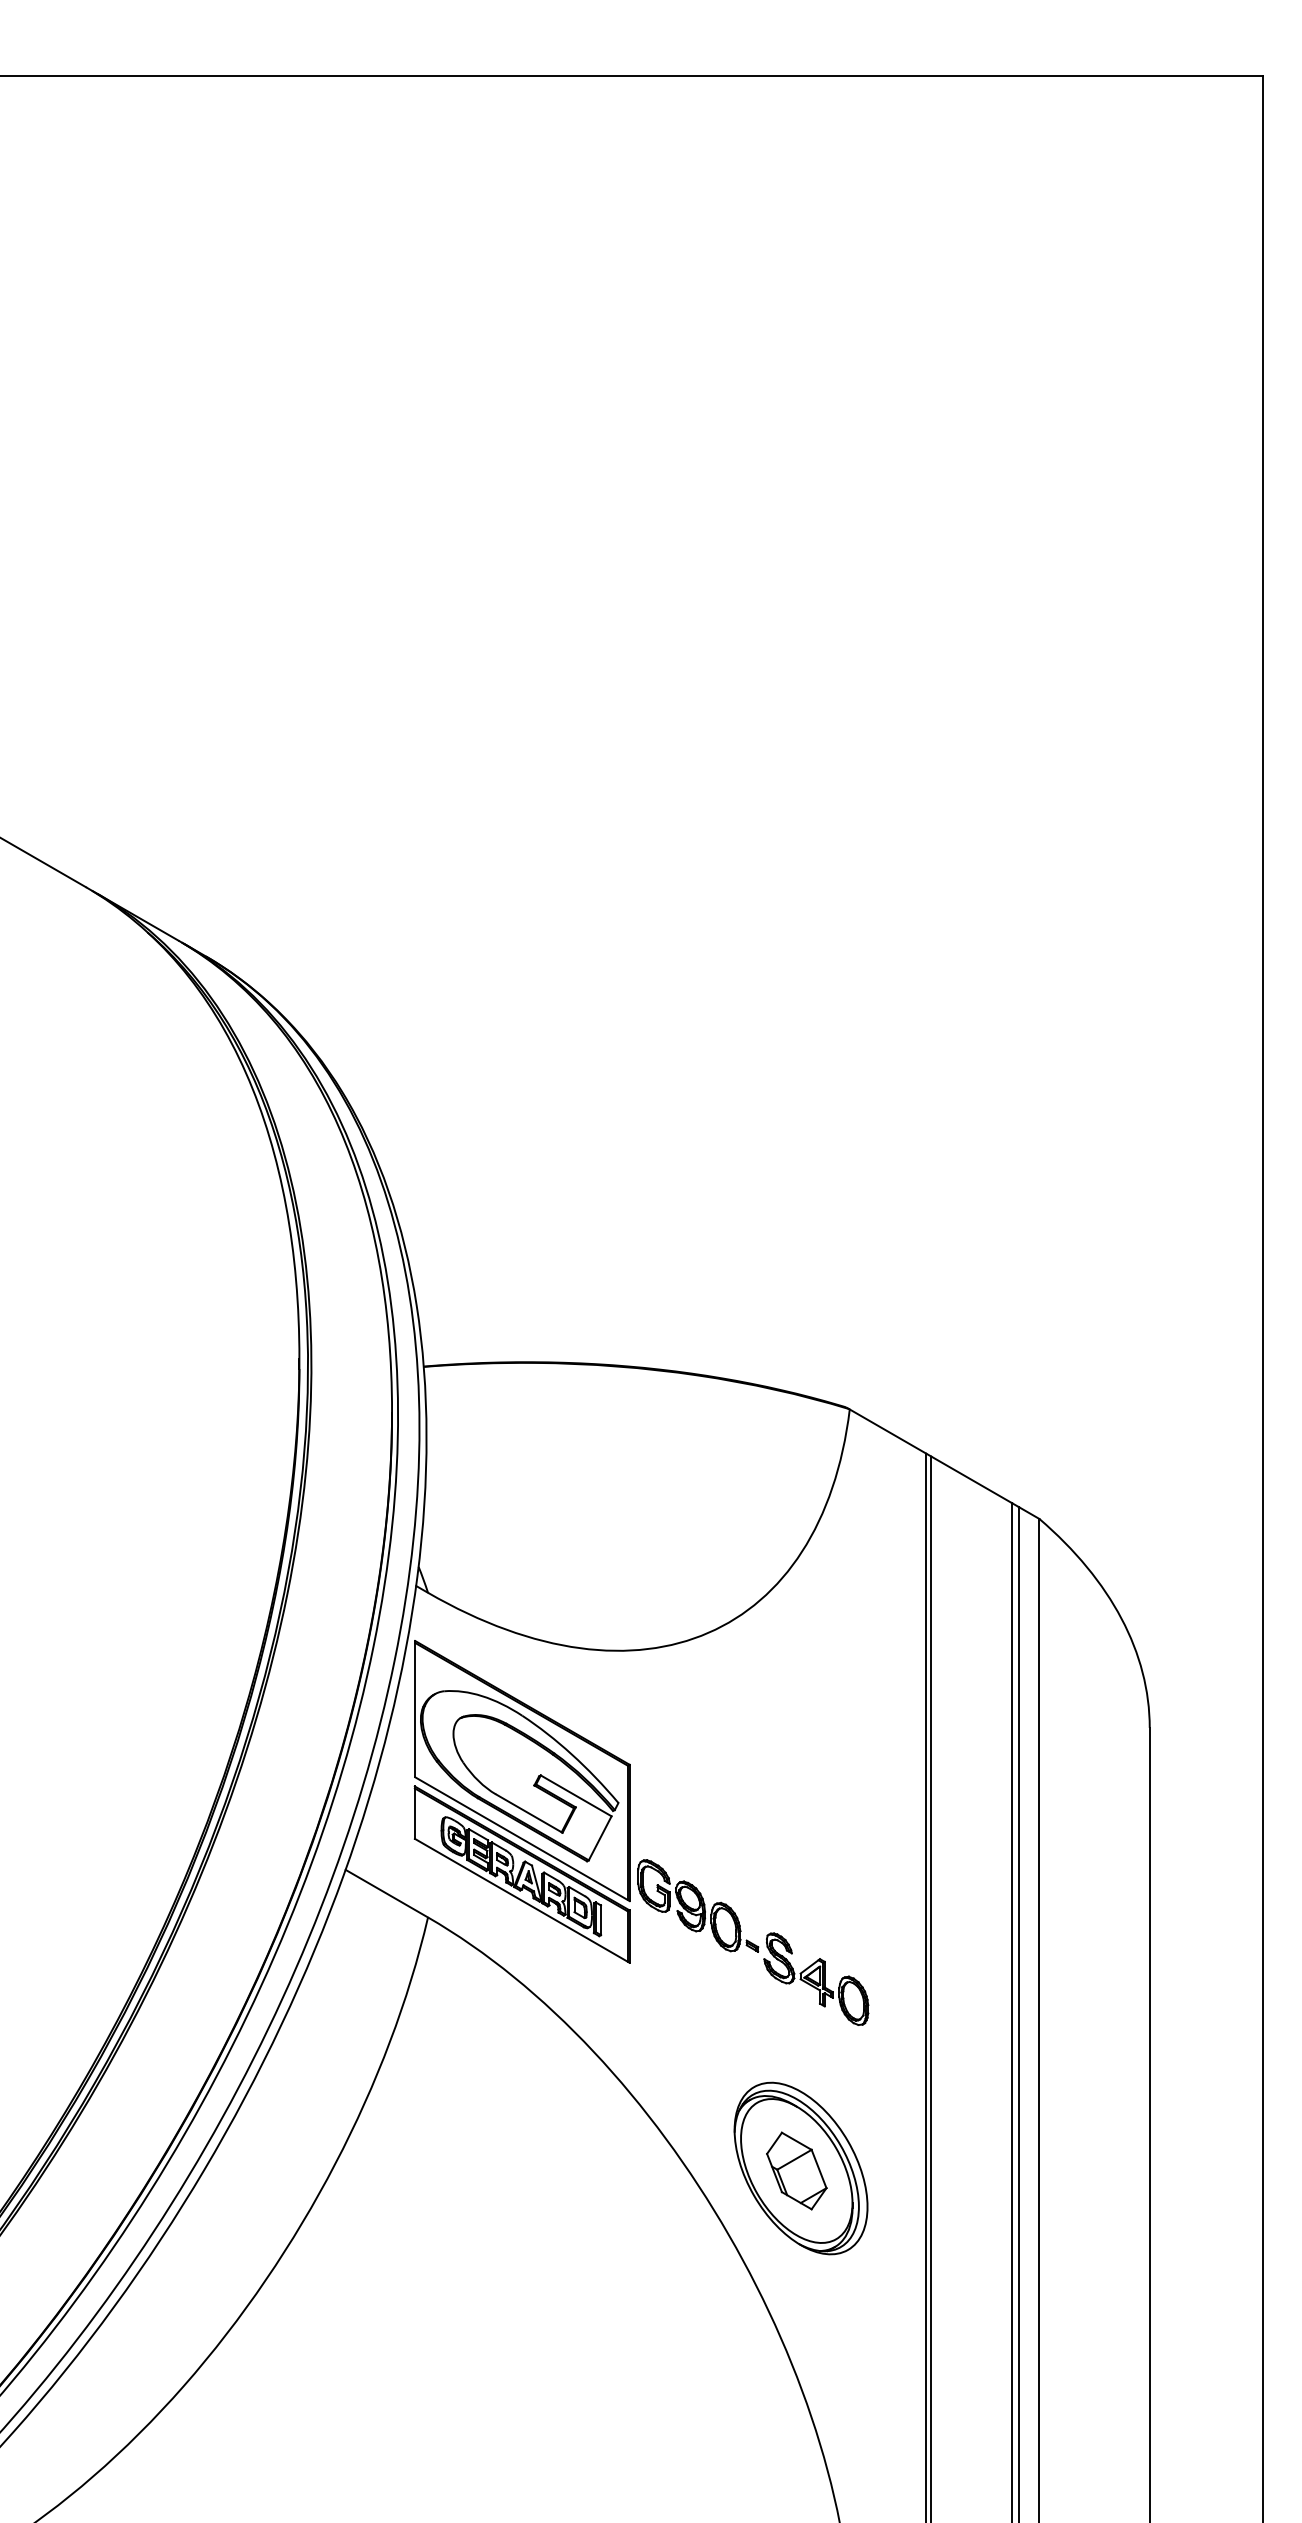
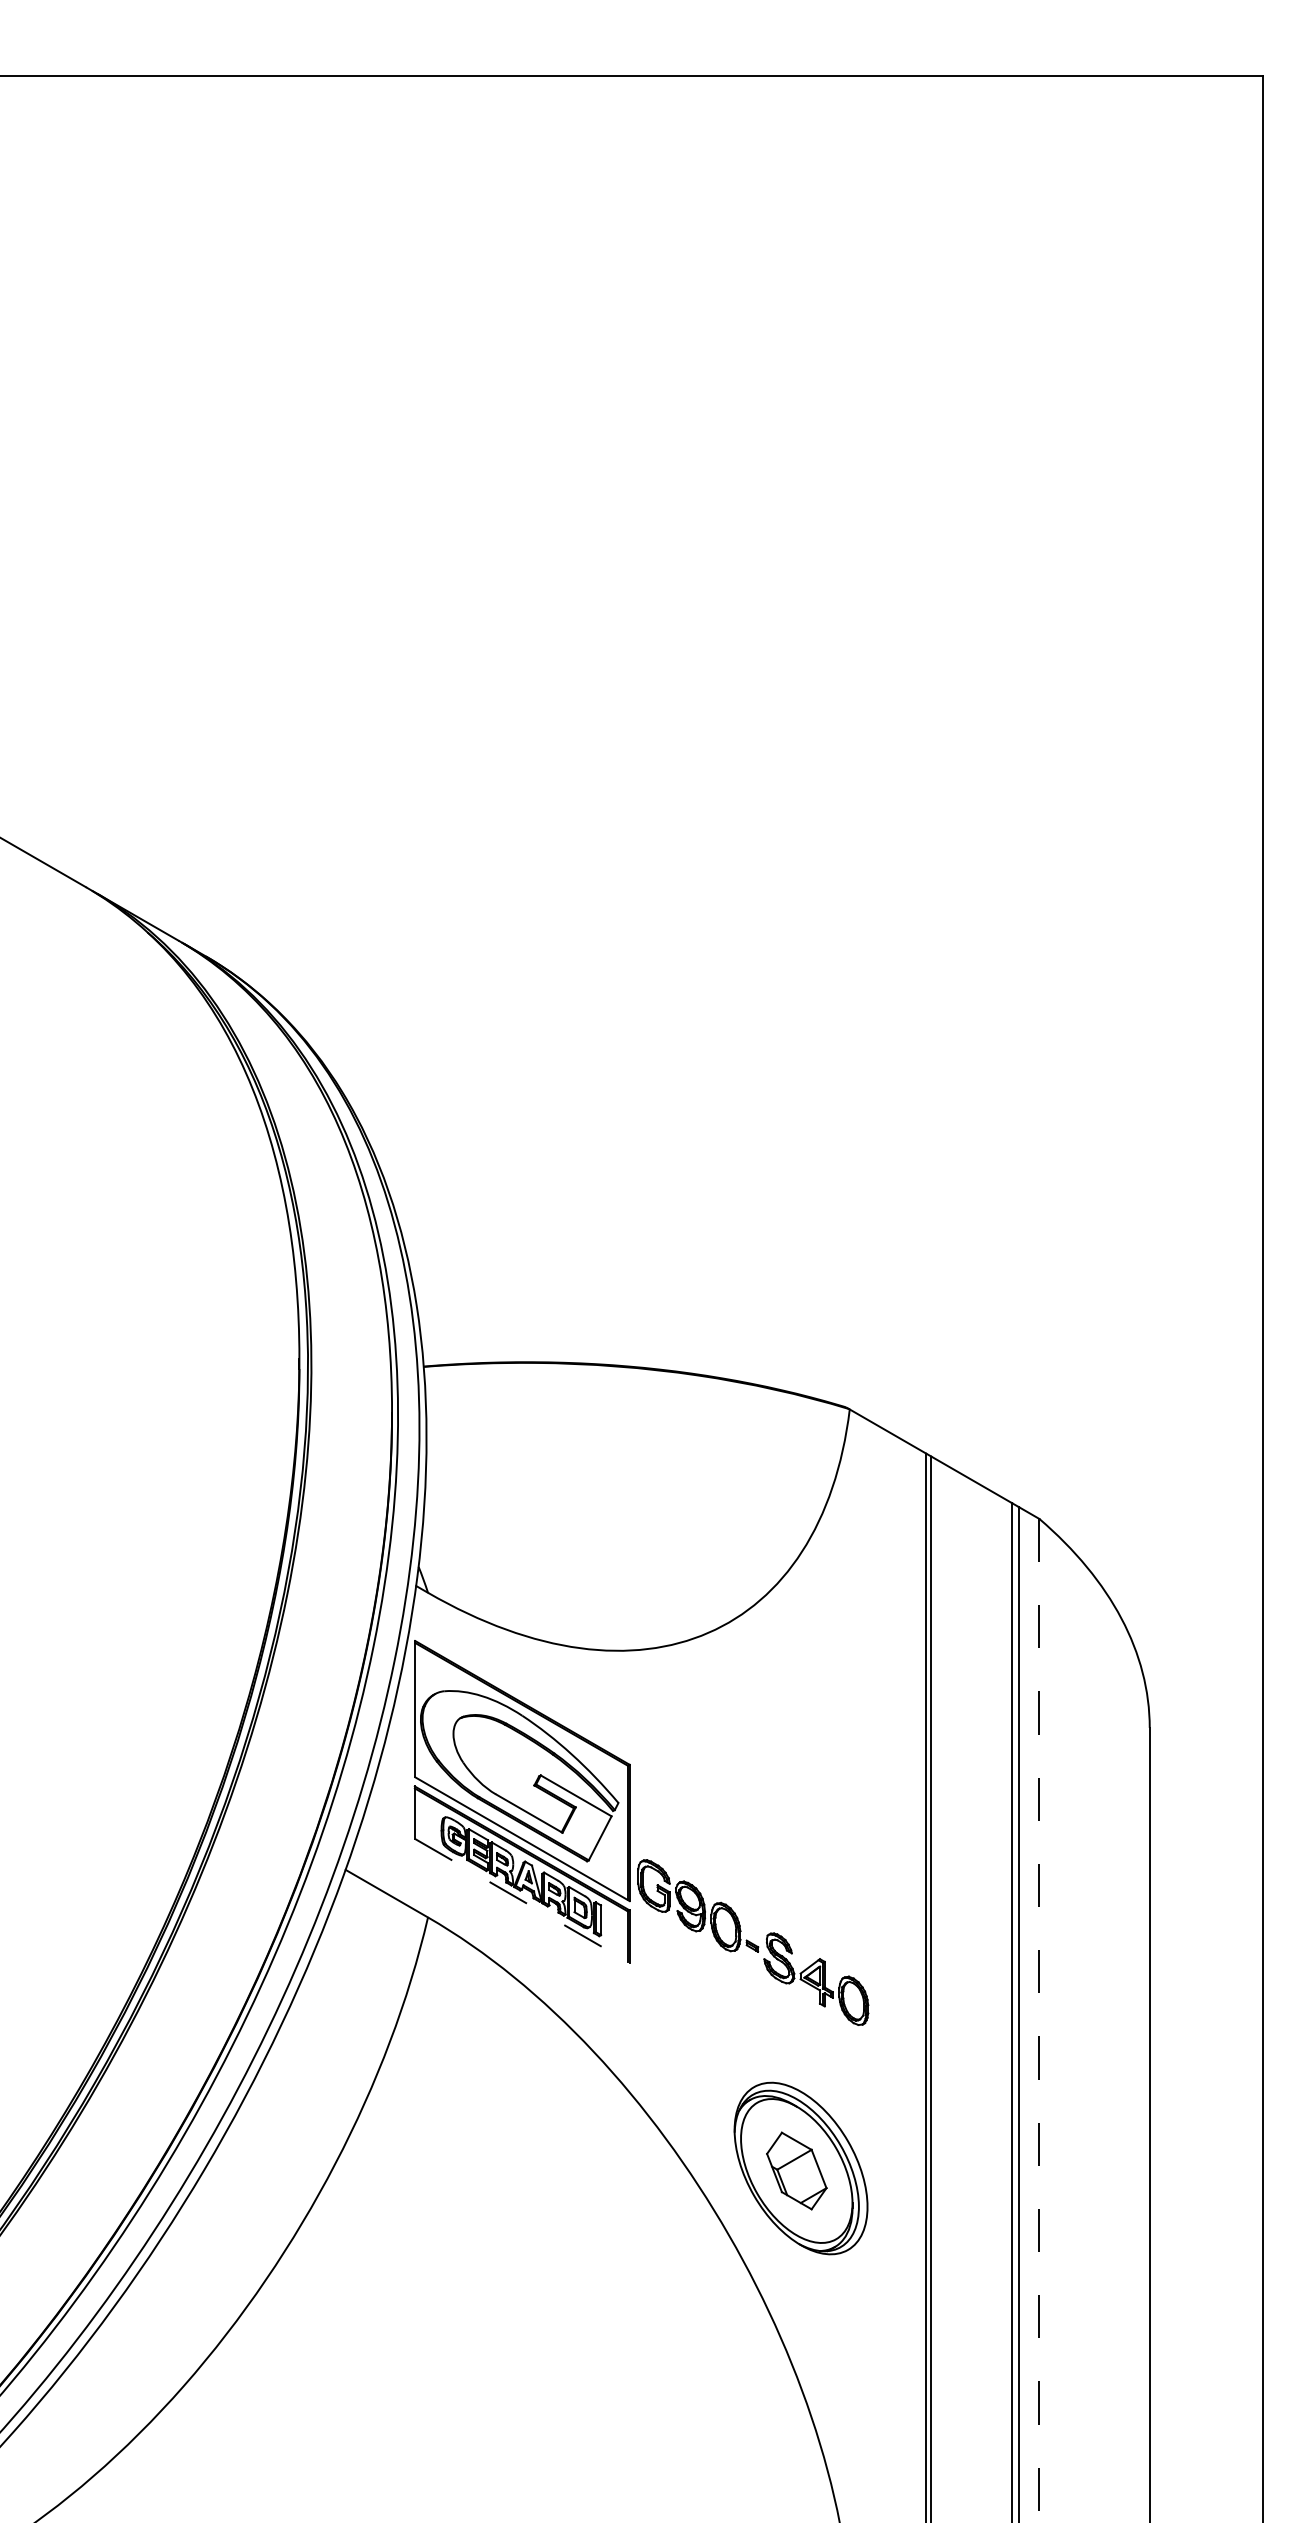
line at (522, 1900): solid -> dashed
line at (1039, 2020): solid -> dashed
